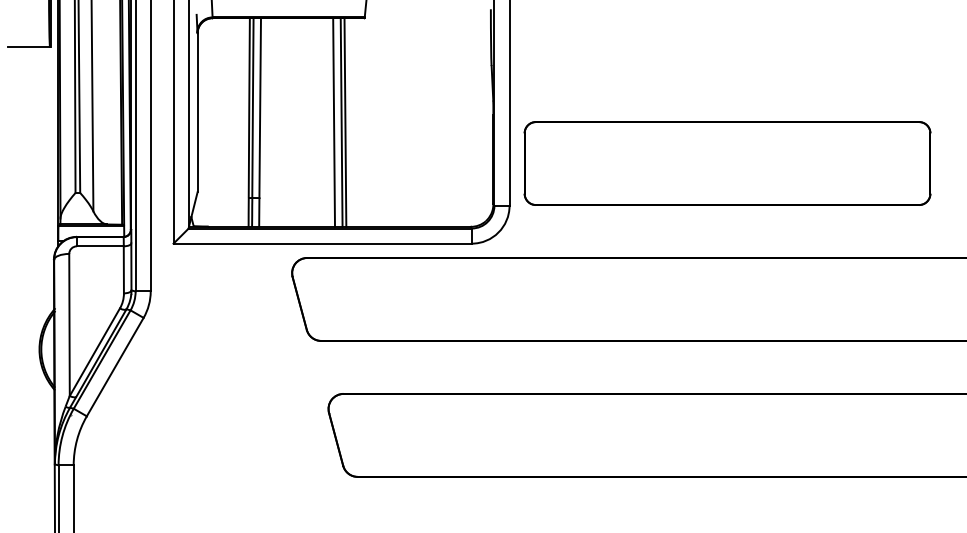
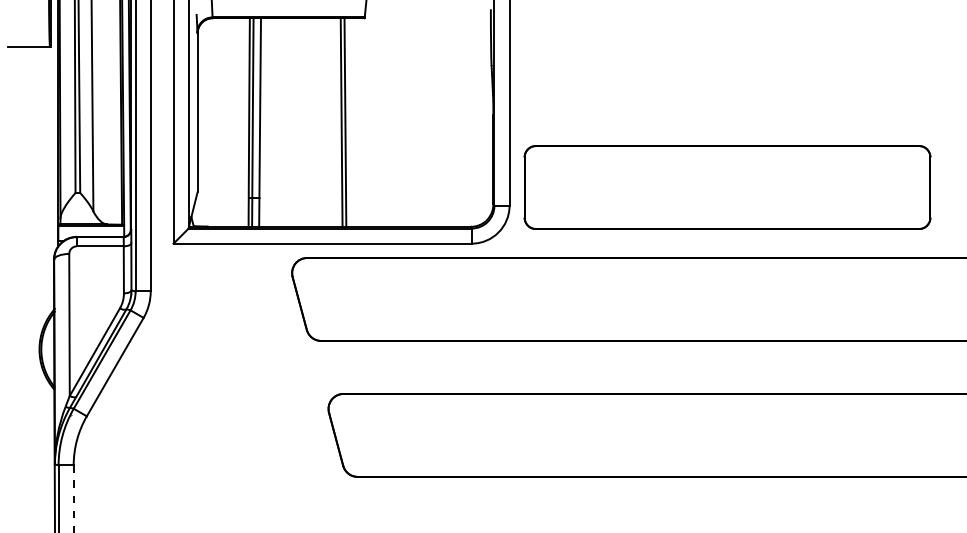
line at (334, 122): present -> none
part at (727, 163) position: (727, 163) -> (727, 187)
line at (73, 499): solid -> dashed
